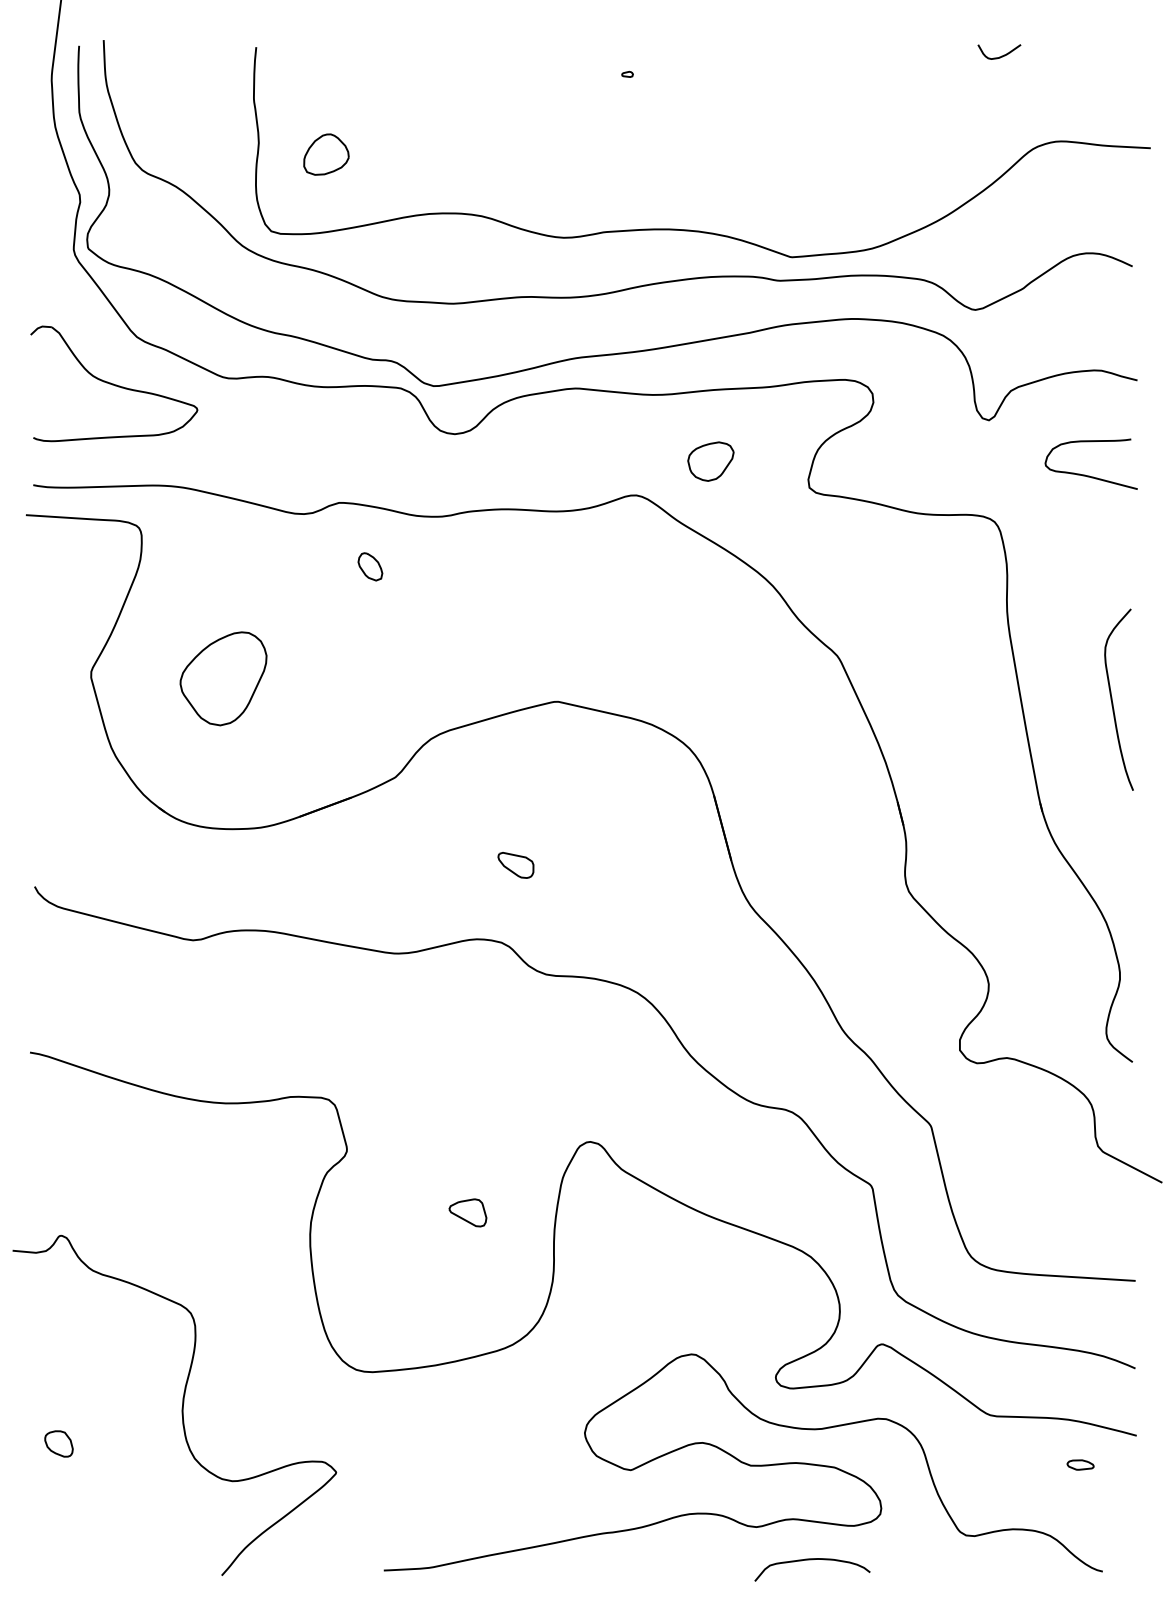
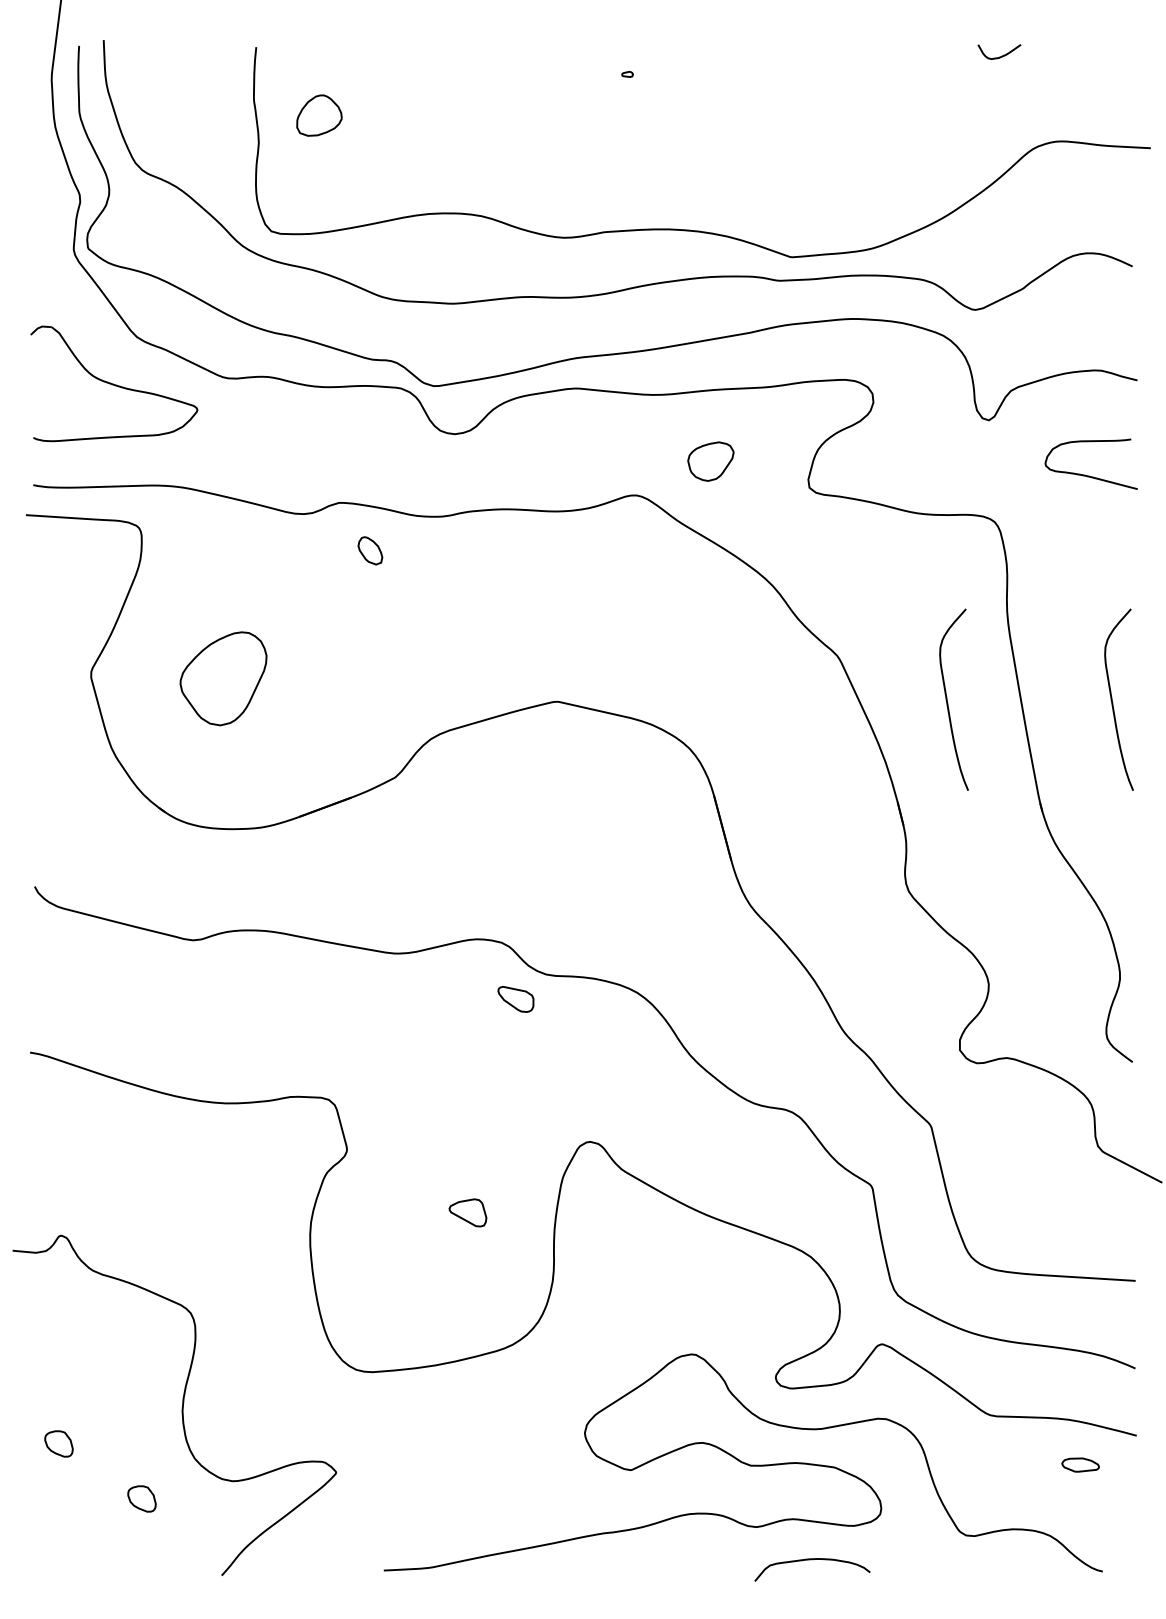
part at (326, 154) position: (326, 154) -> (319, 115)
part at (370, 566) position: (370, 566) -> (370, 550)
curve at (947, 699): none -> present
part at (515, 865) position: (515, 865) -> (515, 999)
part at (1080, 1464) size: 29x12 px -> 39x16 px
part at (141, 1498): none -> present
